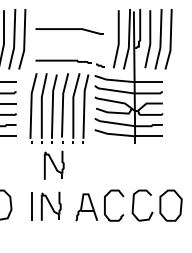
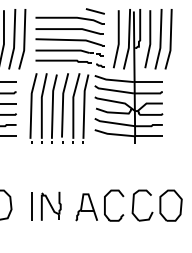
part at (69, 16): none -> present
part at (69, 47): none -> present
part at (53, 164): present -> none
